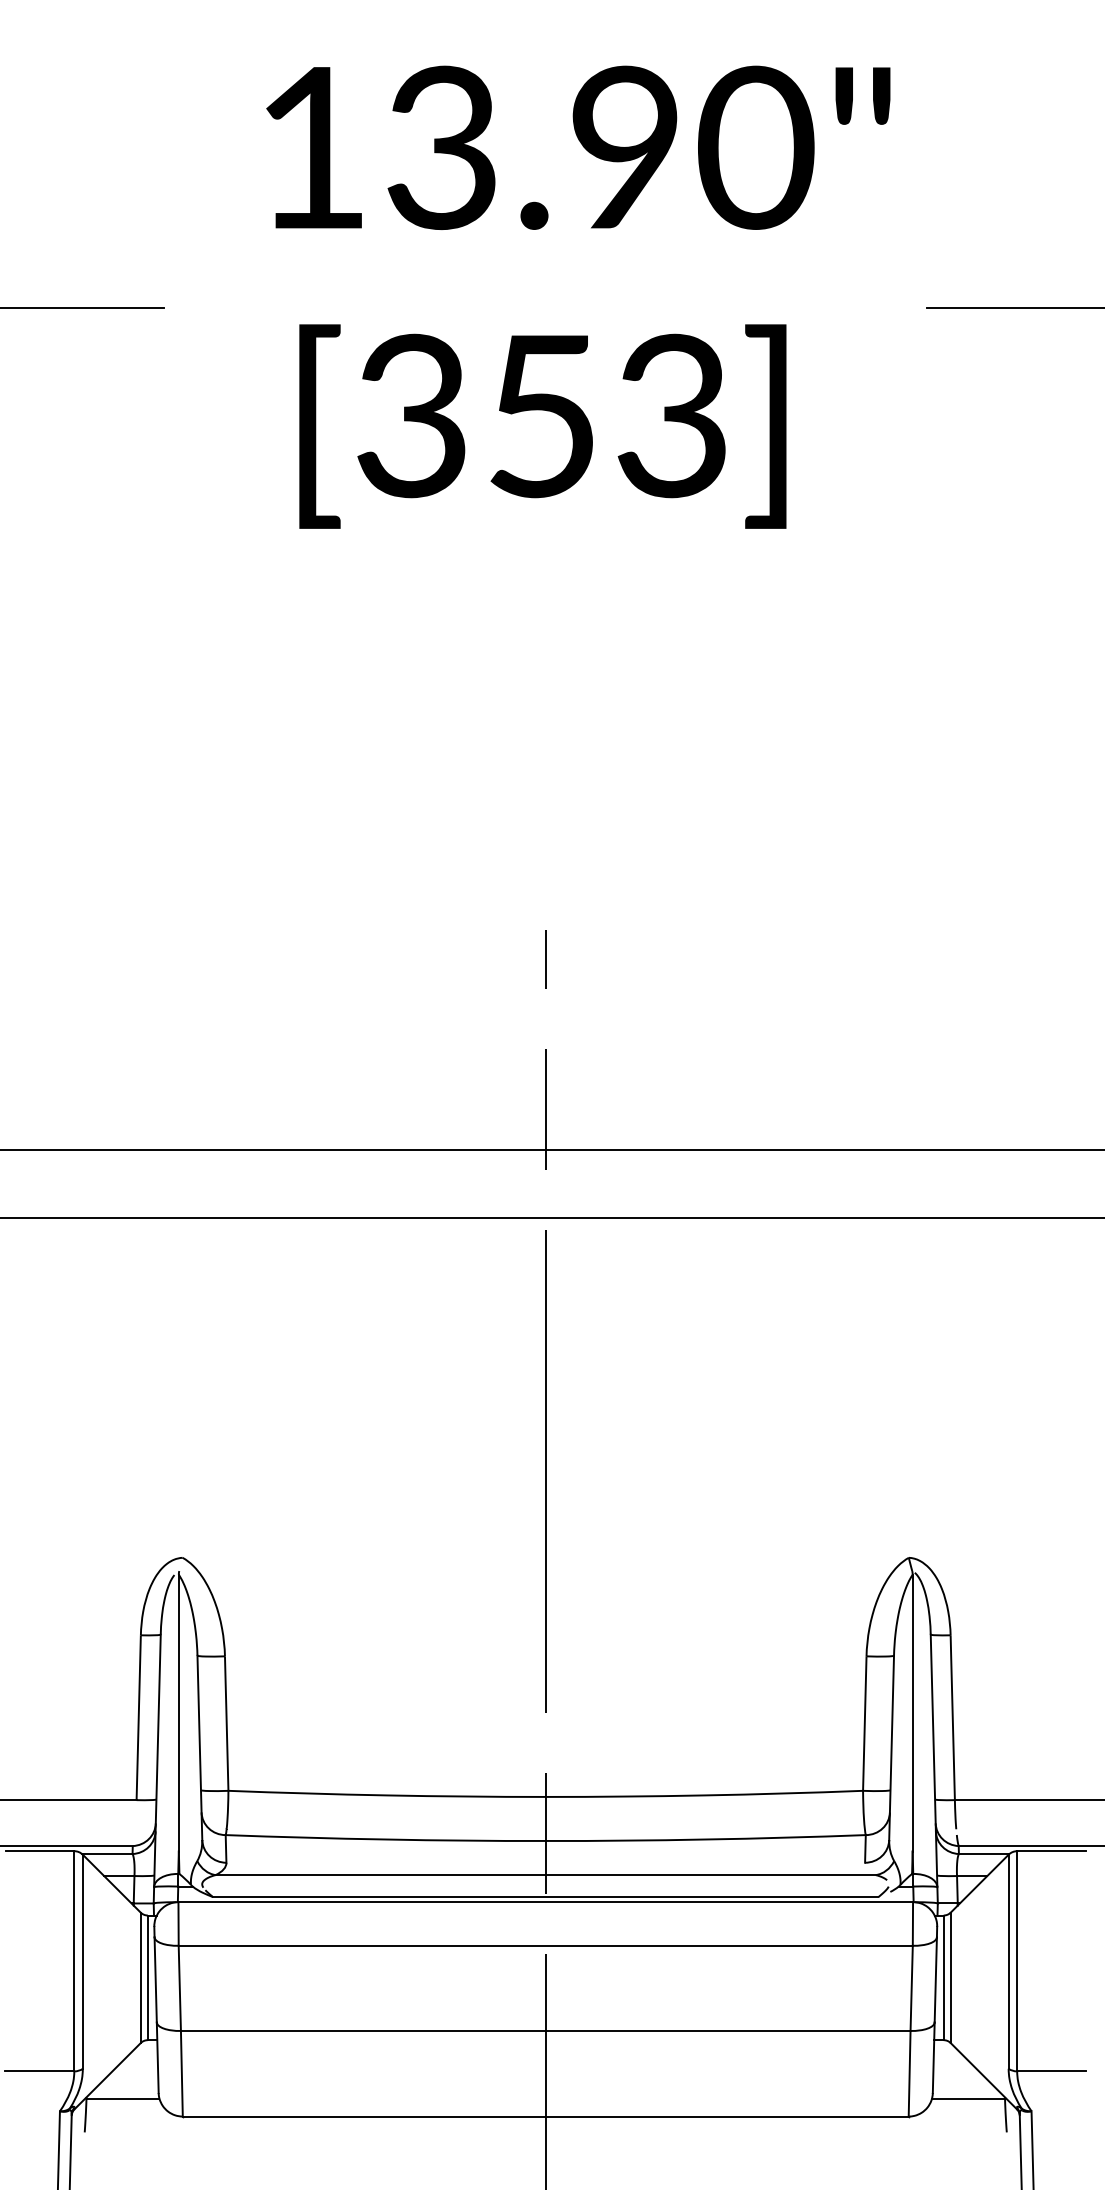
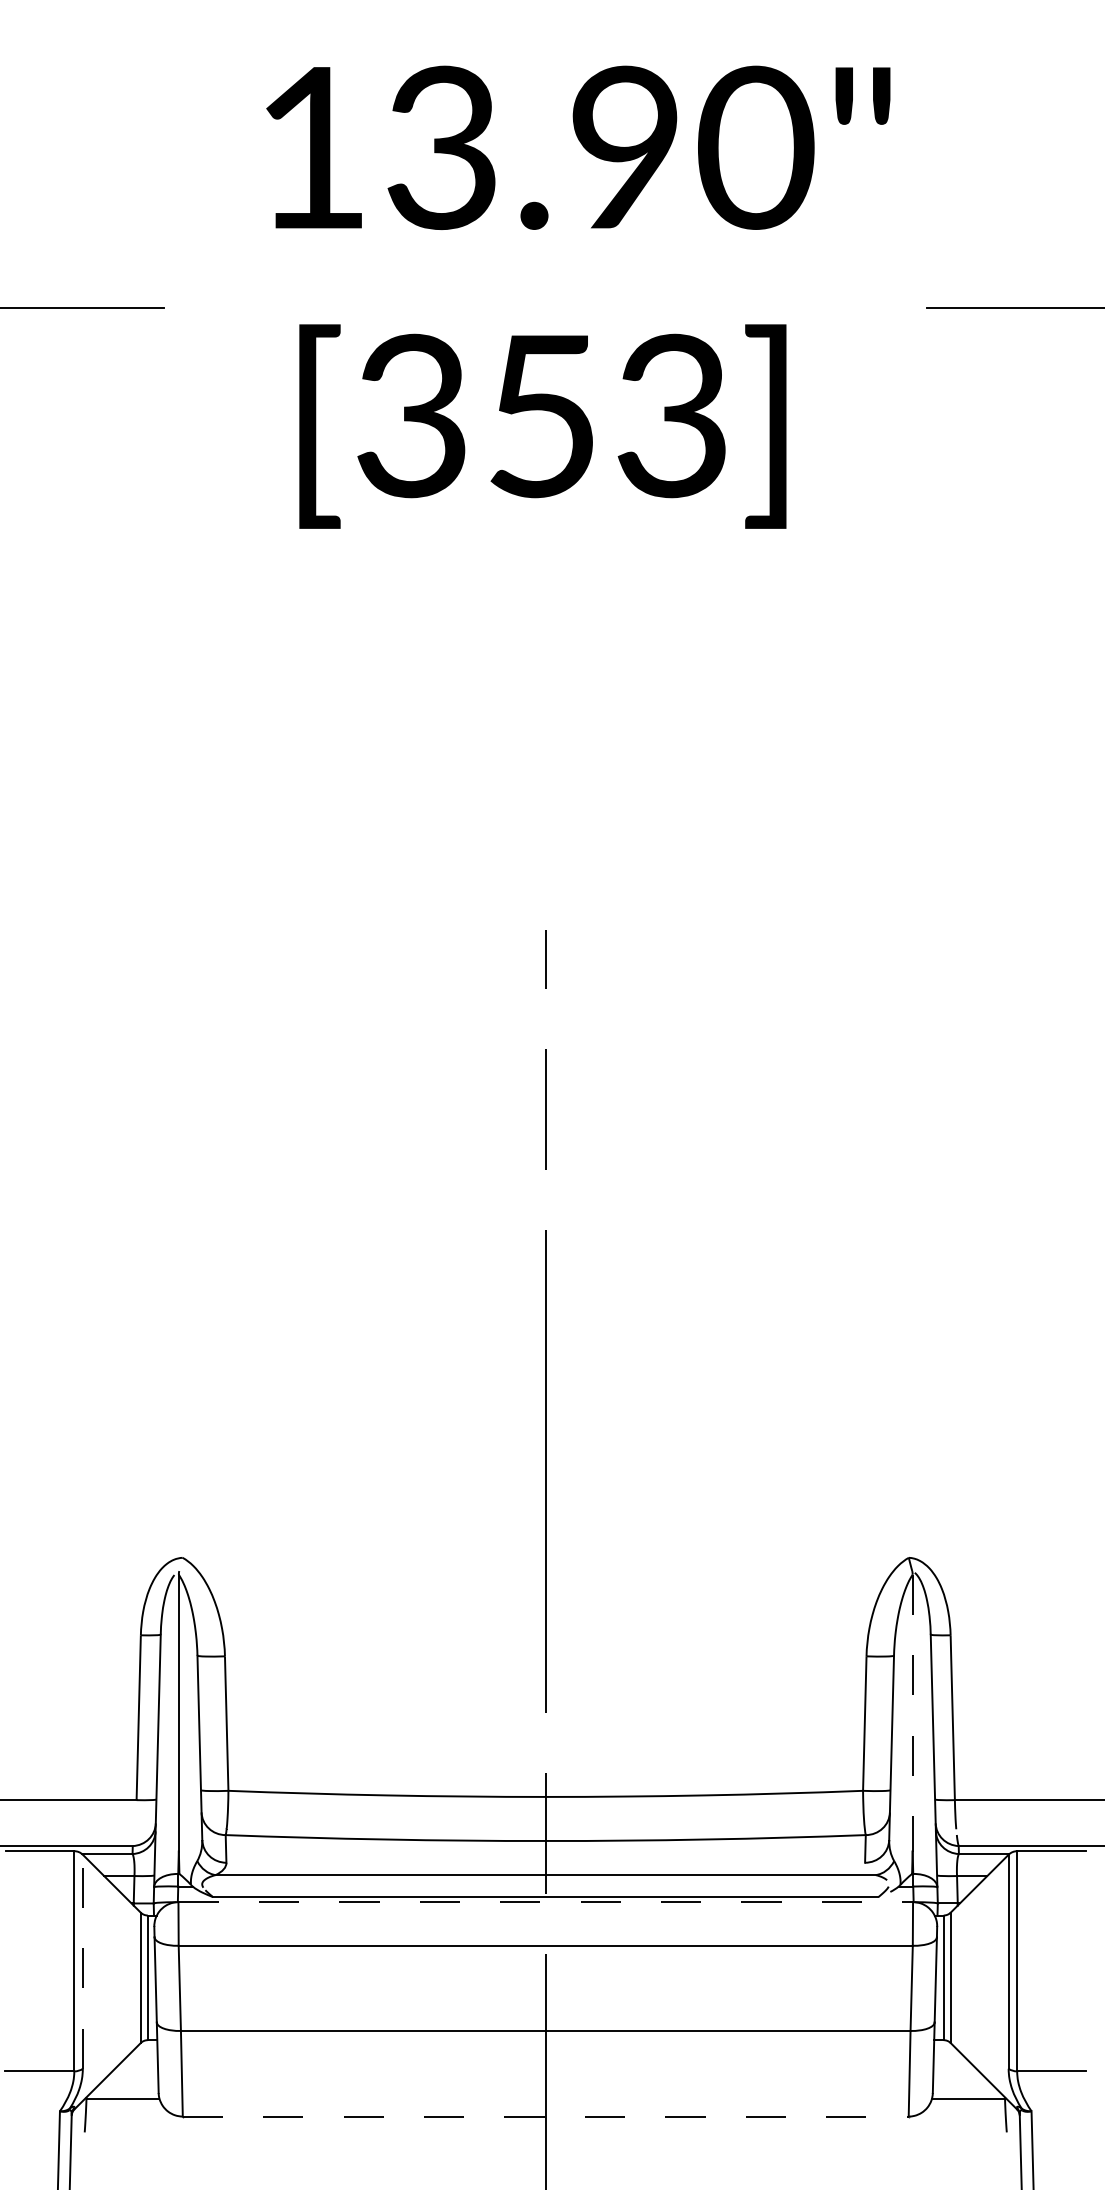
line at (551, 1149): present -> none
line at (551, 1218): present -> none
line at (912, 1713): solid -> dashed
line at (546, 1902): solid -> dashed
line at (82, 1961): solid -> dashed
line at (545, 2116): solid -> dashed
